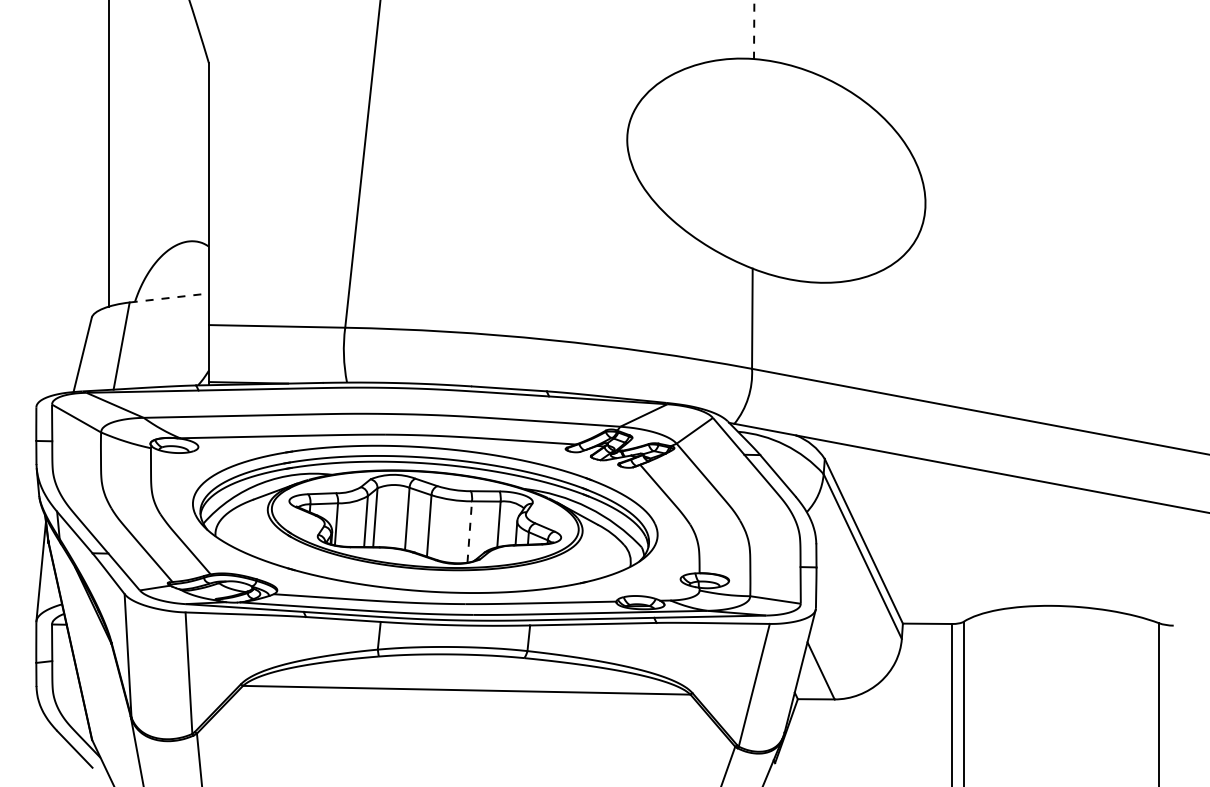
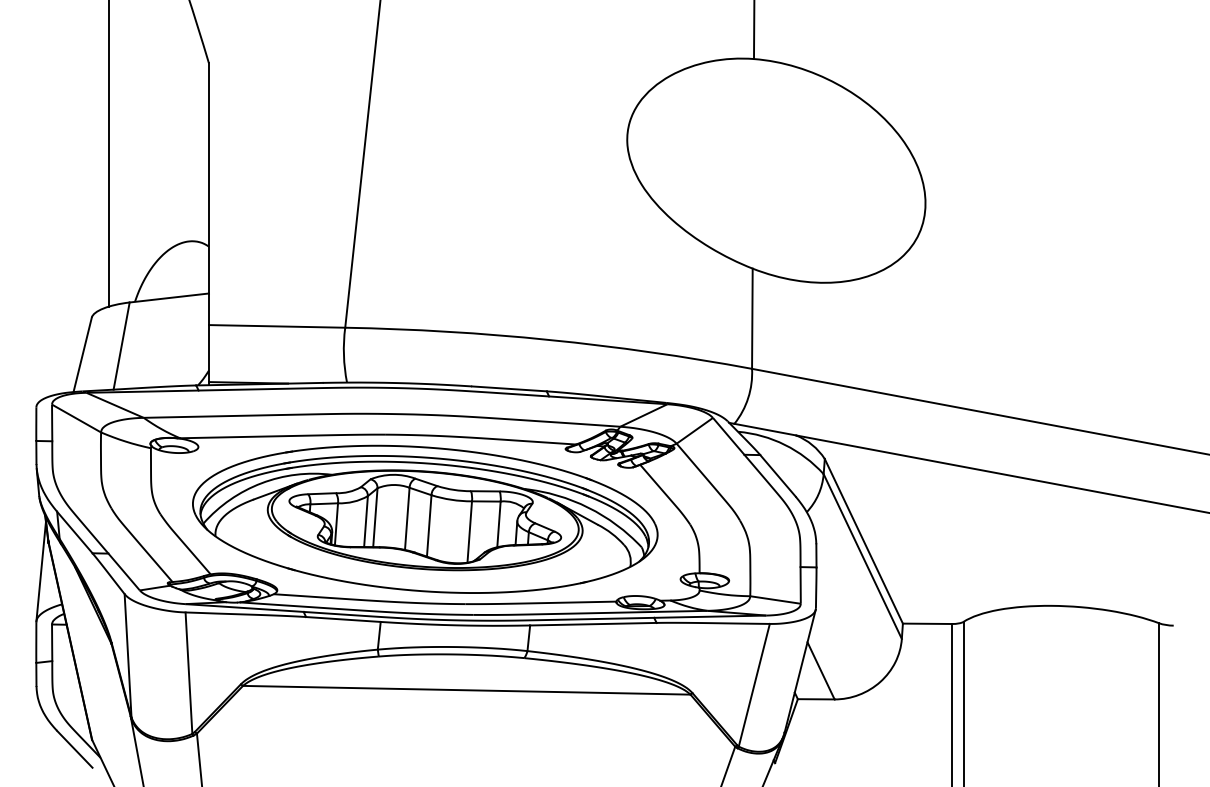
line at (754, 30): dashed -> solid
line at (169, 298): dashed -> solid
line at (469, 532): dashed -> solid
